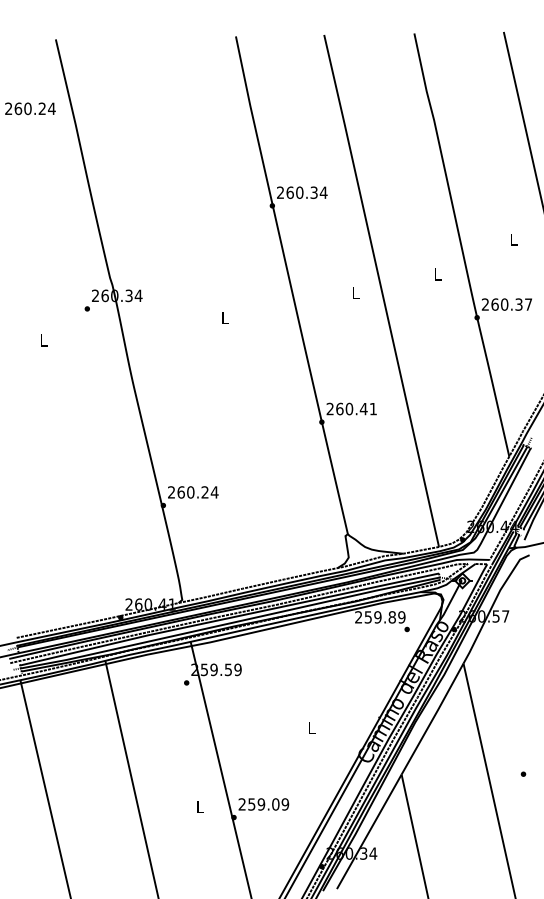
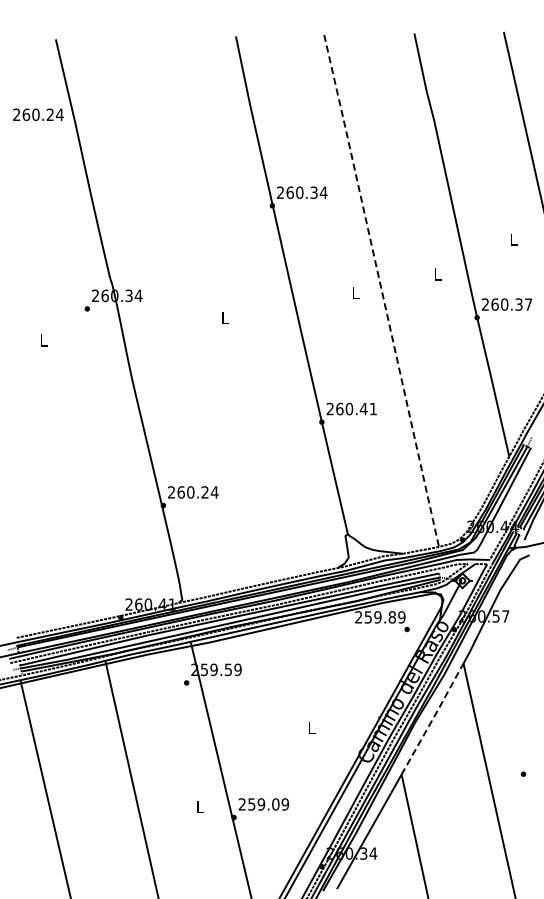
text at (30, 108) position: (30, 108) -> (38, 114)
line at (381, 290): solid -> dashed
line at (433, 718): solid -> dashed
